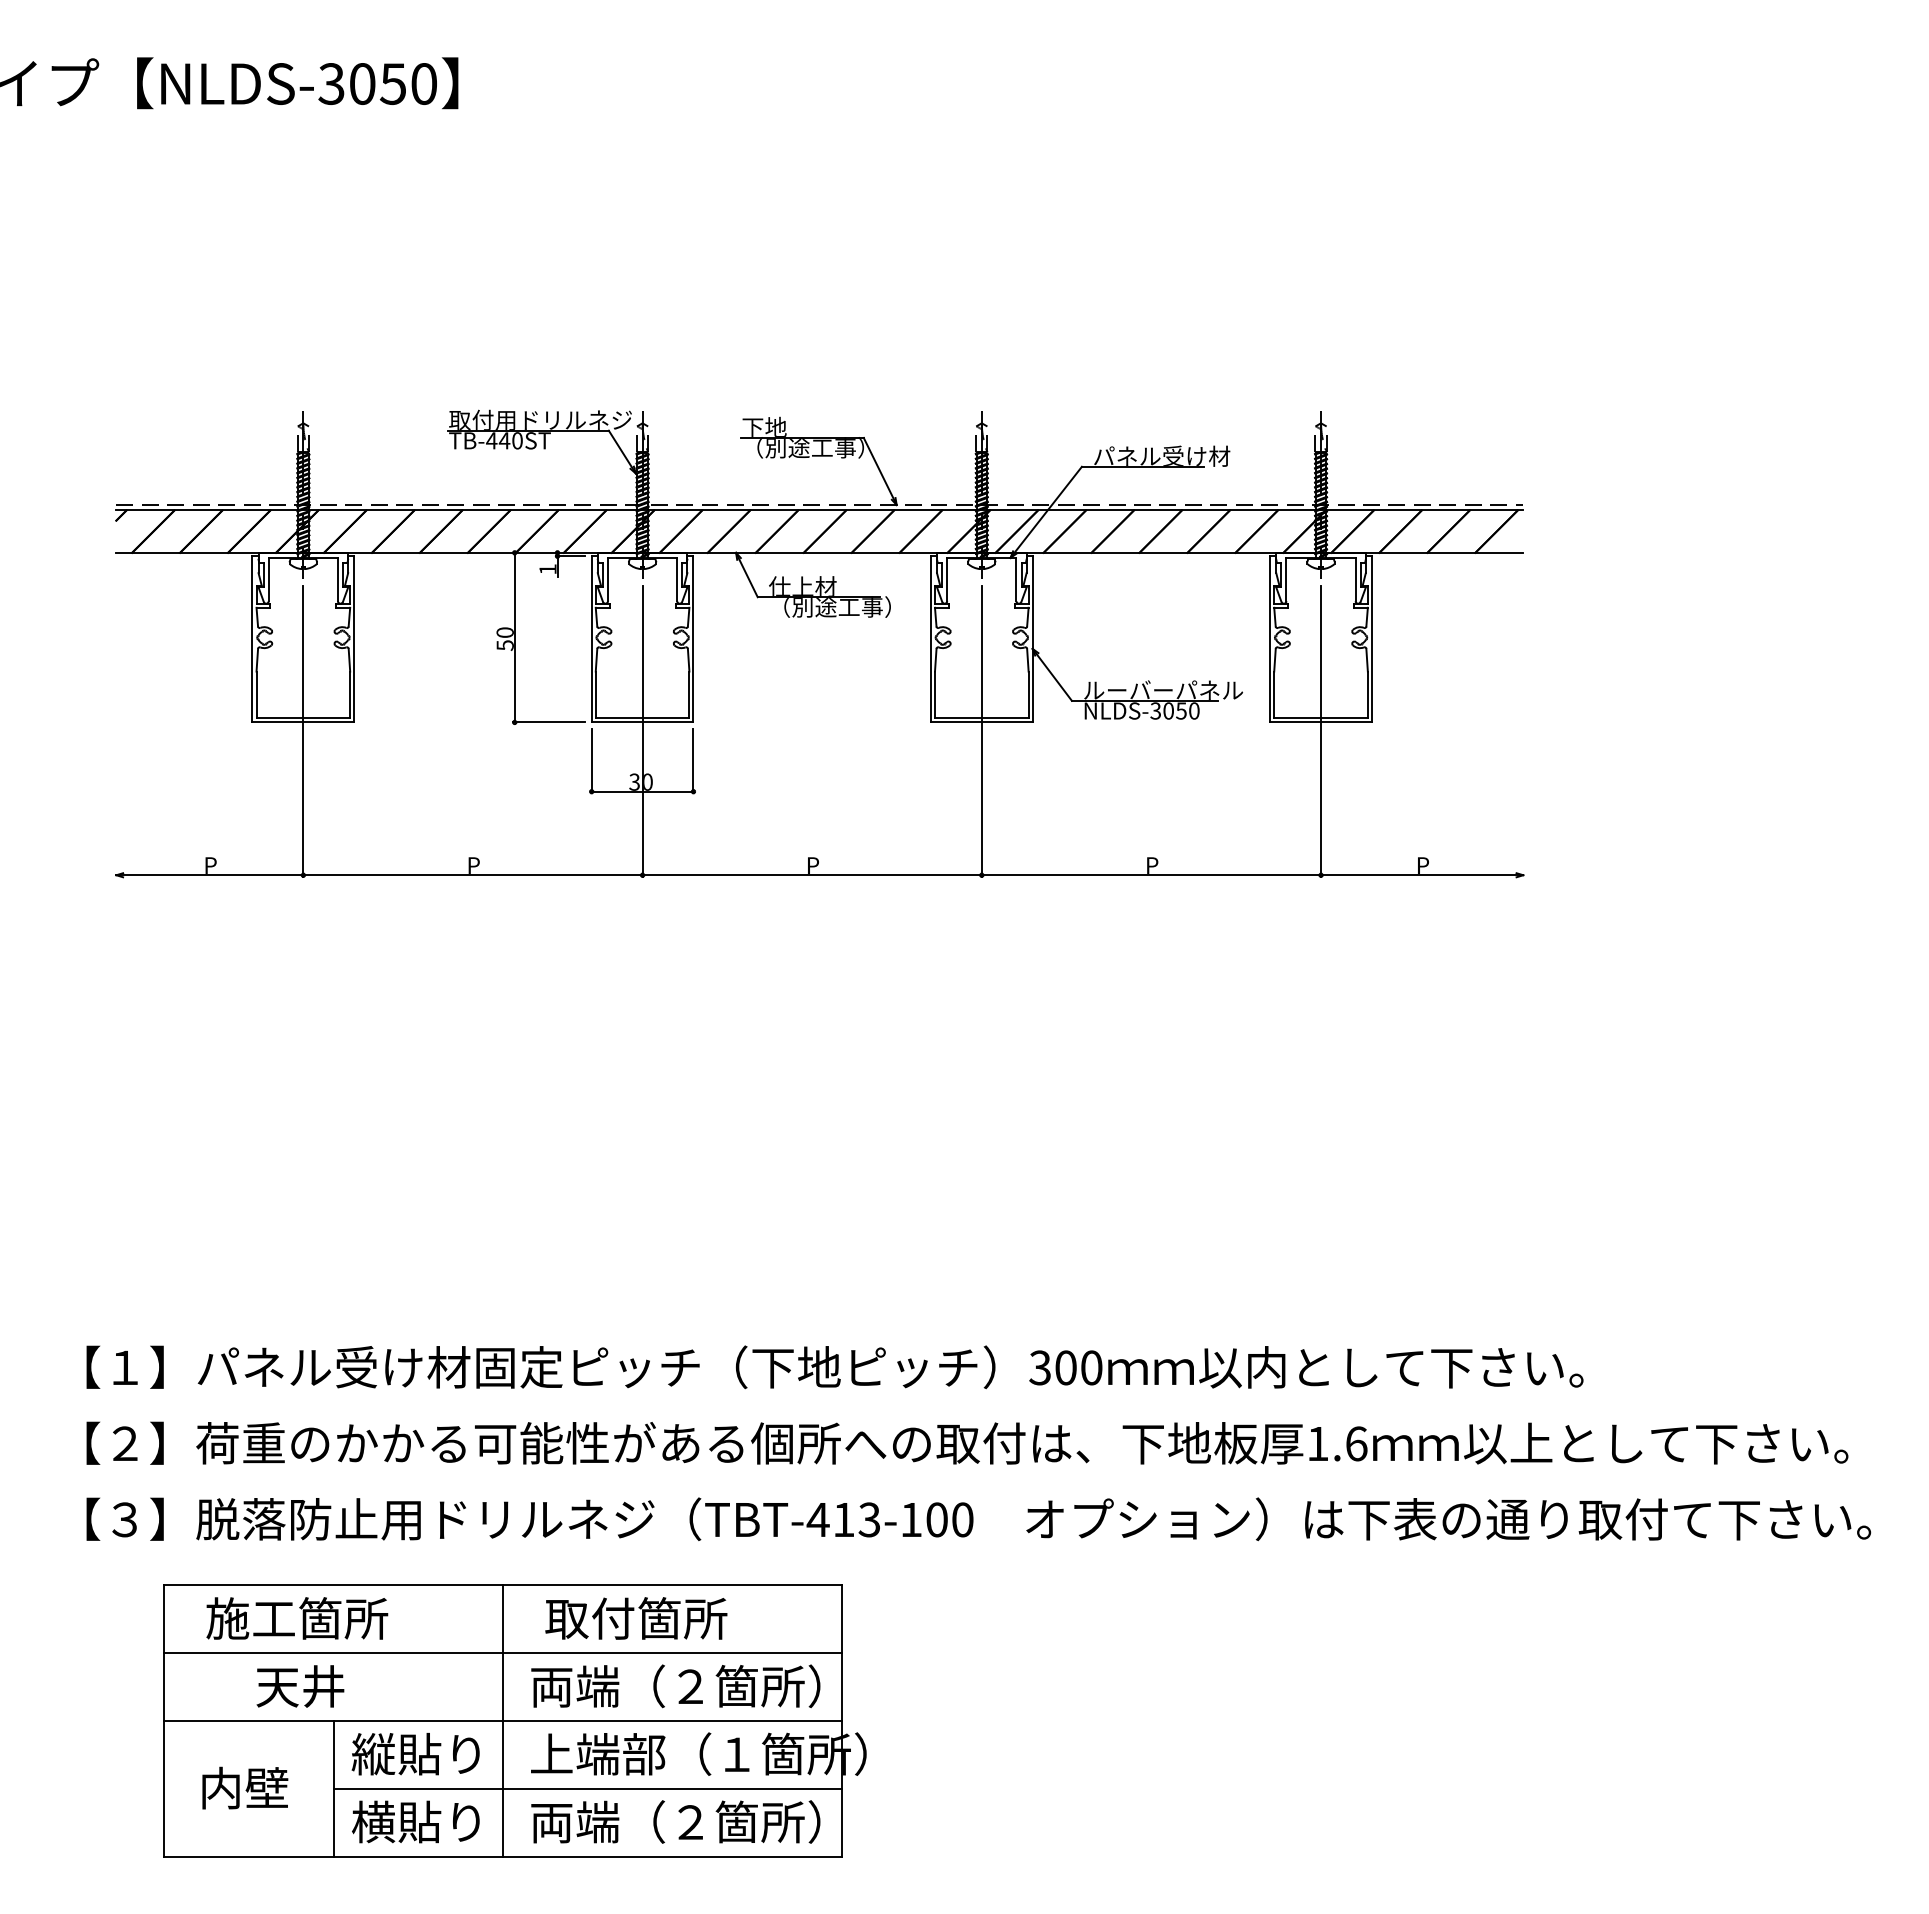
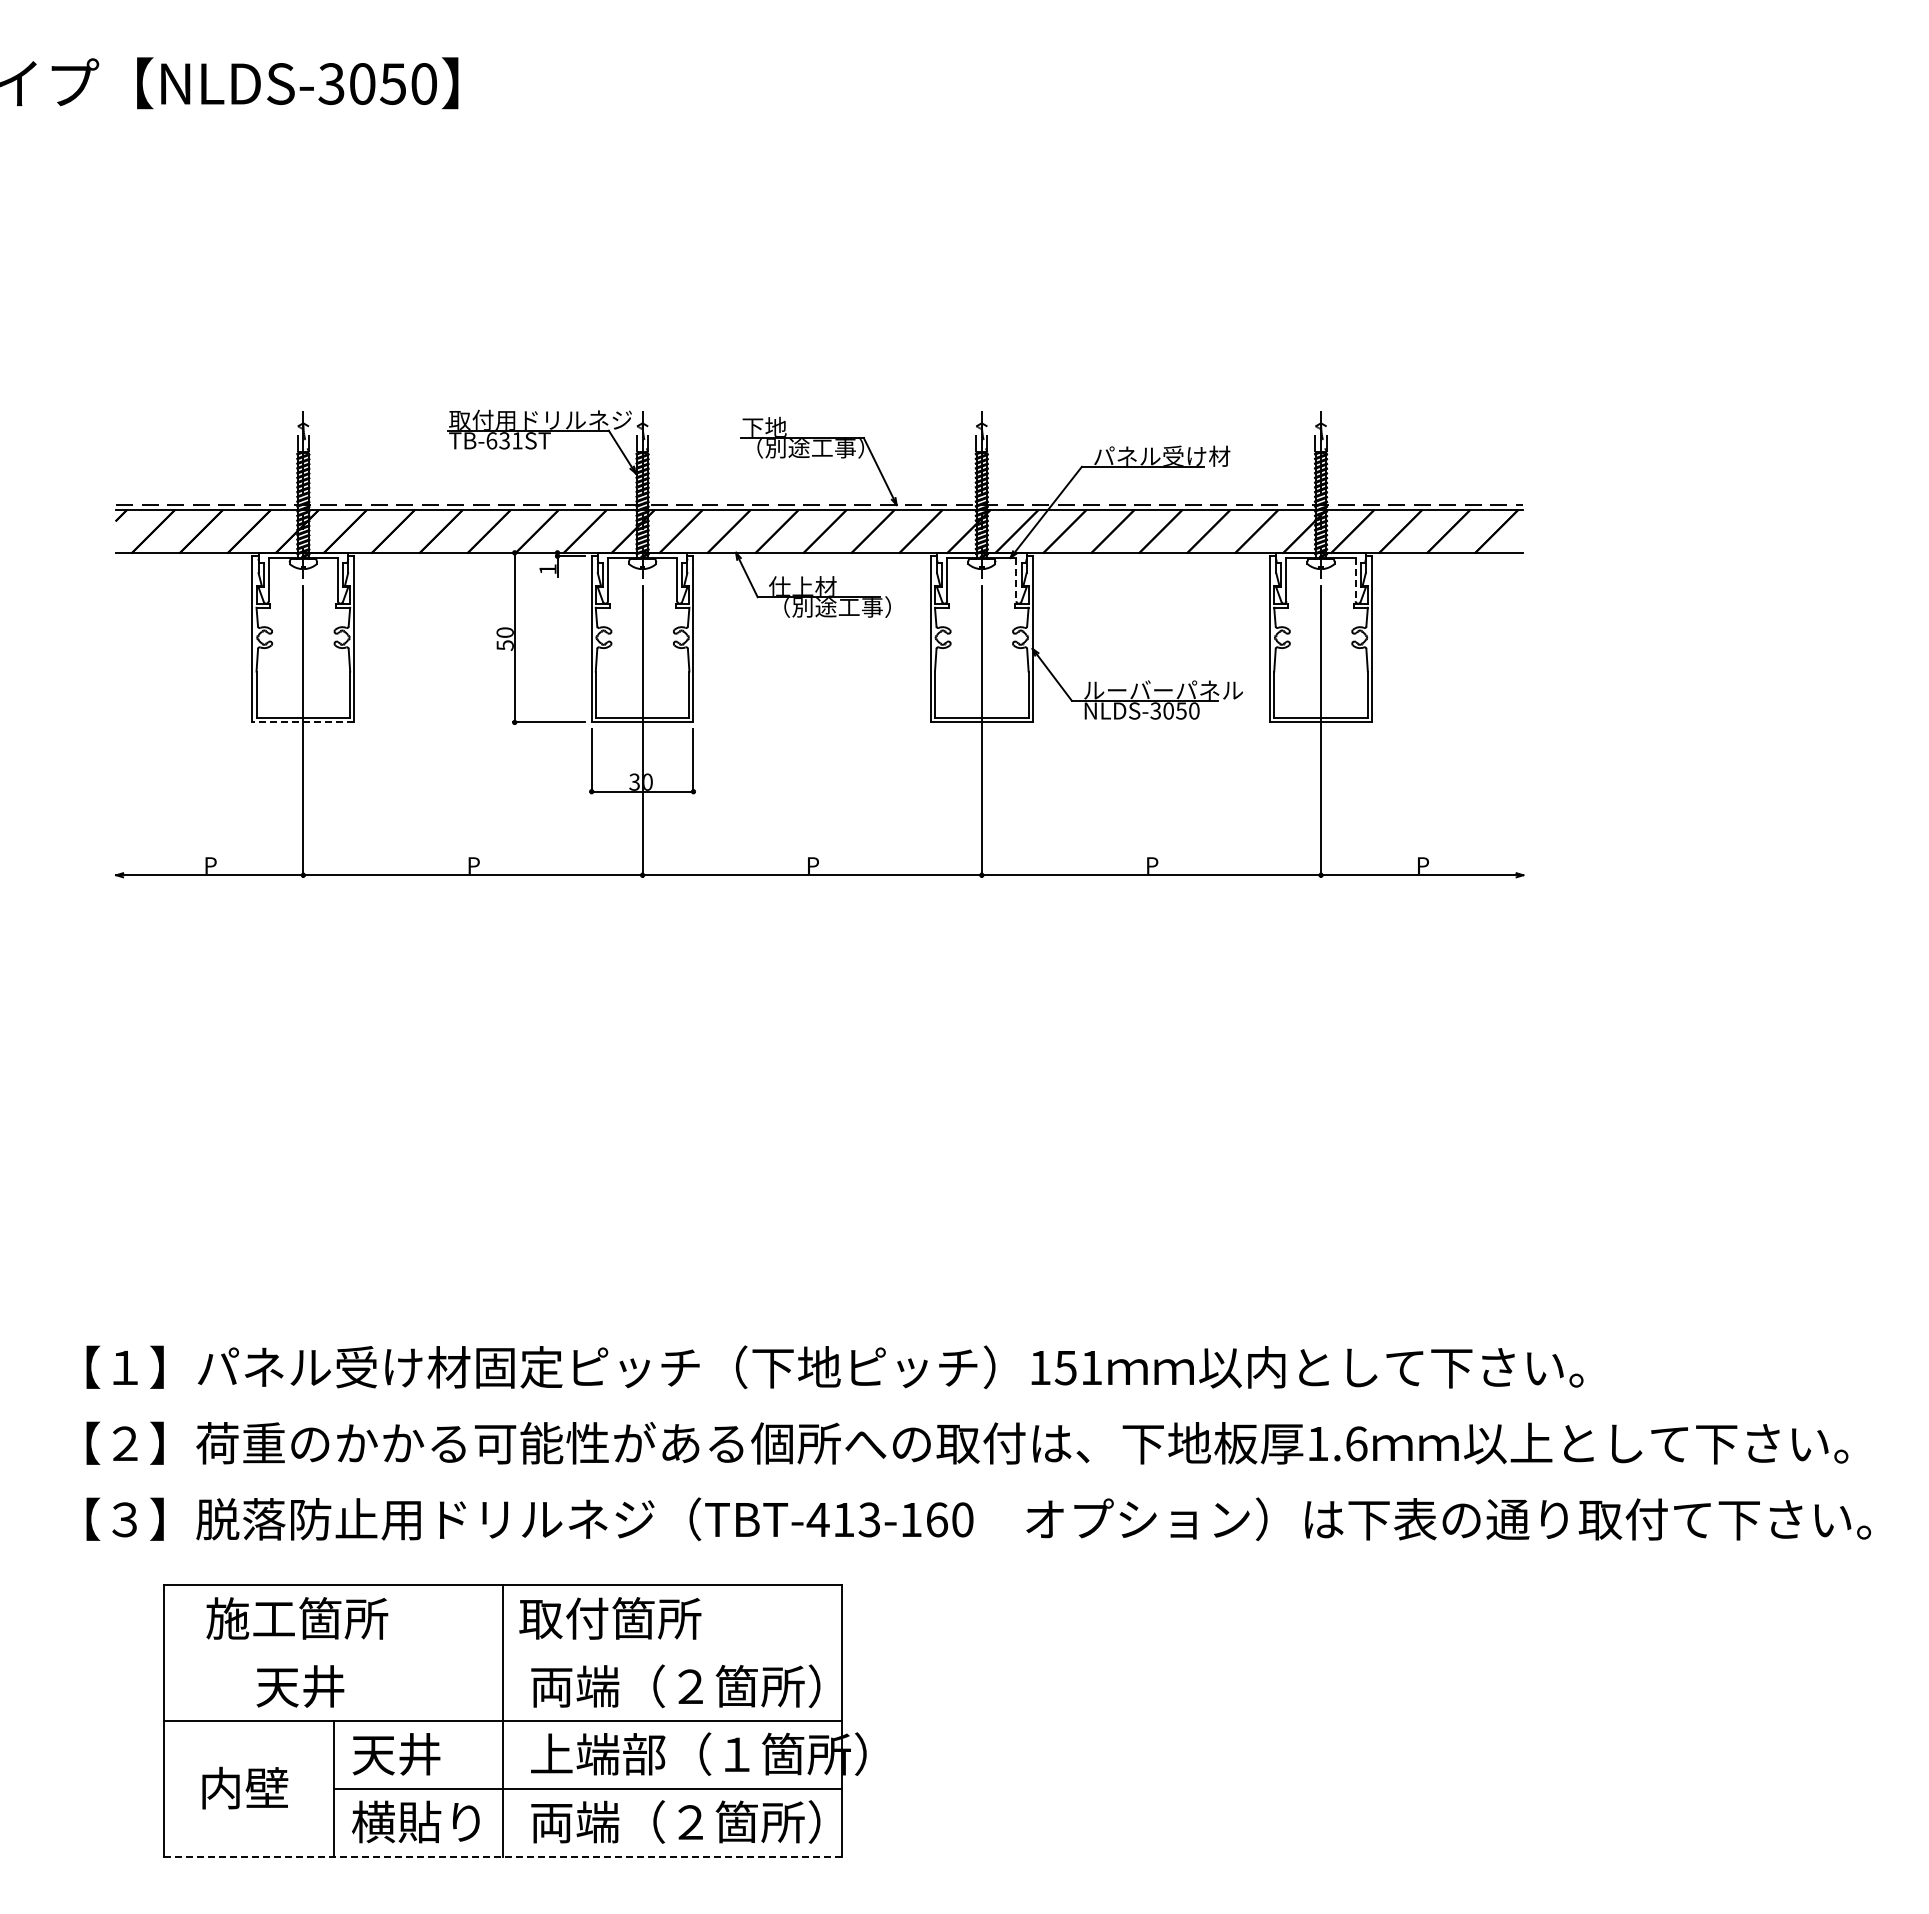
text at (504, 440): TB-440ST -> TB-631ST
line at (1016, 579): solid -> dashed
line at (1355, 579): solid -> dashed
line at (303, 722): solid -> dashed
text at (1065, 1367): 300 -> 151
text at (937, 1519): TBT-413-100 -> TBT-413-160
text at (636, 1618) position: (636, 1618) -> (610, 1618)
line at (502, 1653): present -> none
text at (415, 1753): 縦貼り -> 天井
line at (503, 1856): solid -> dashed
